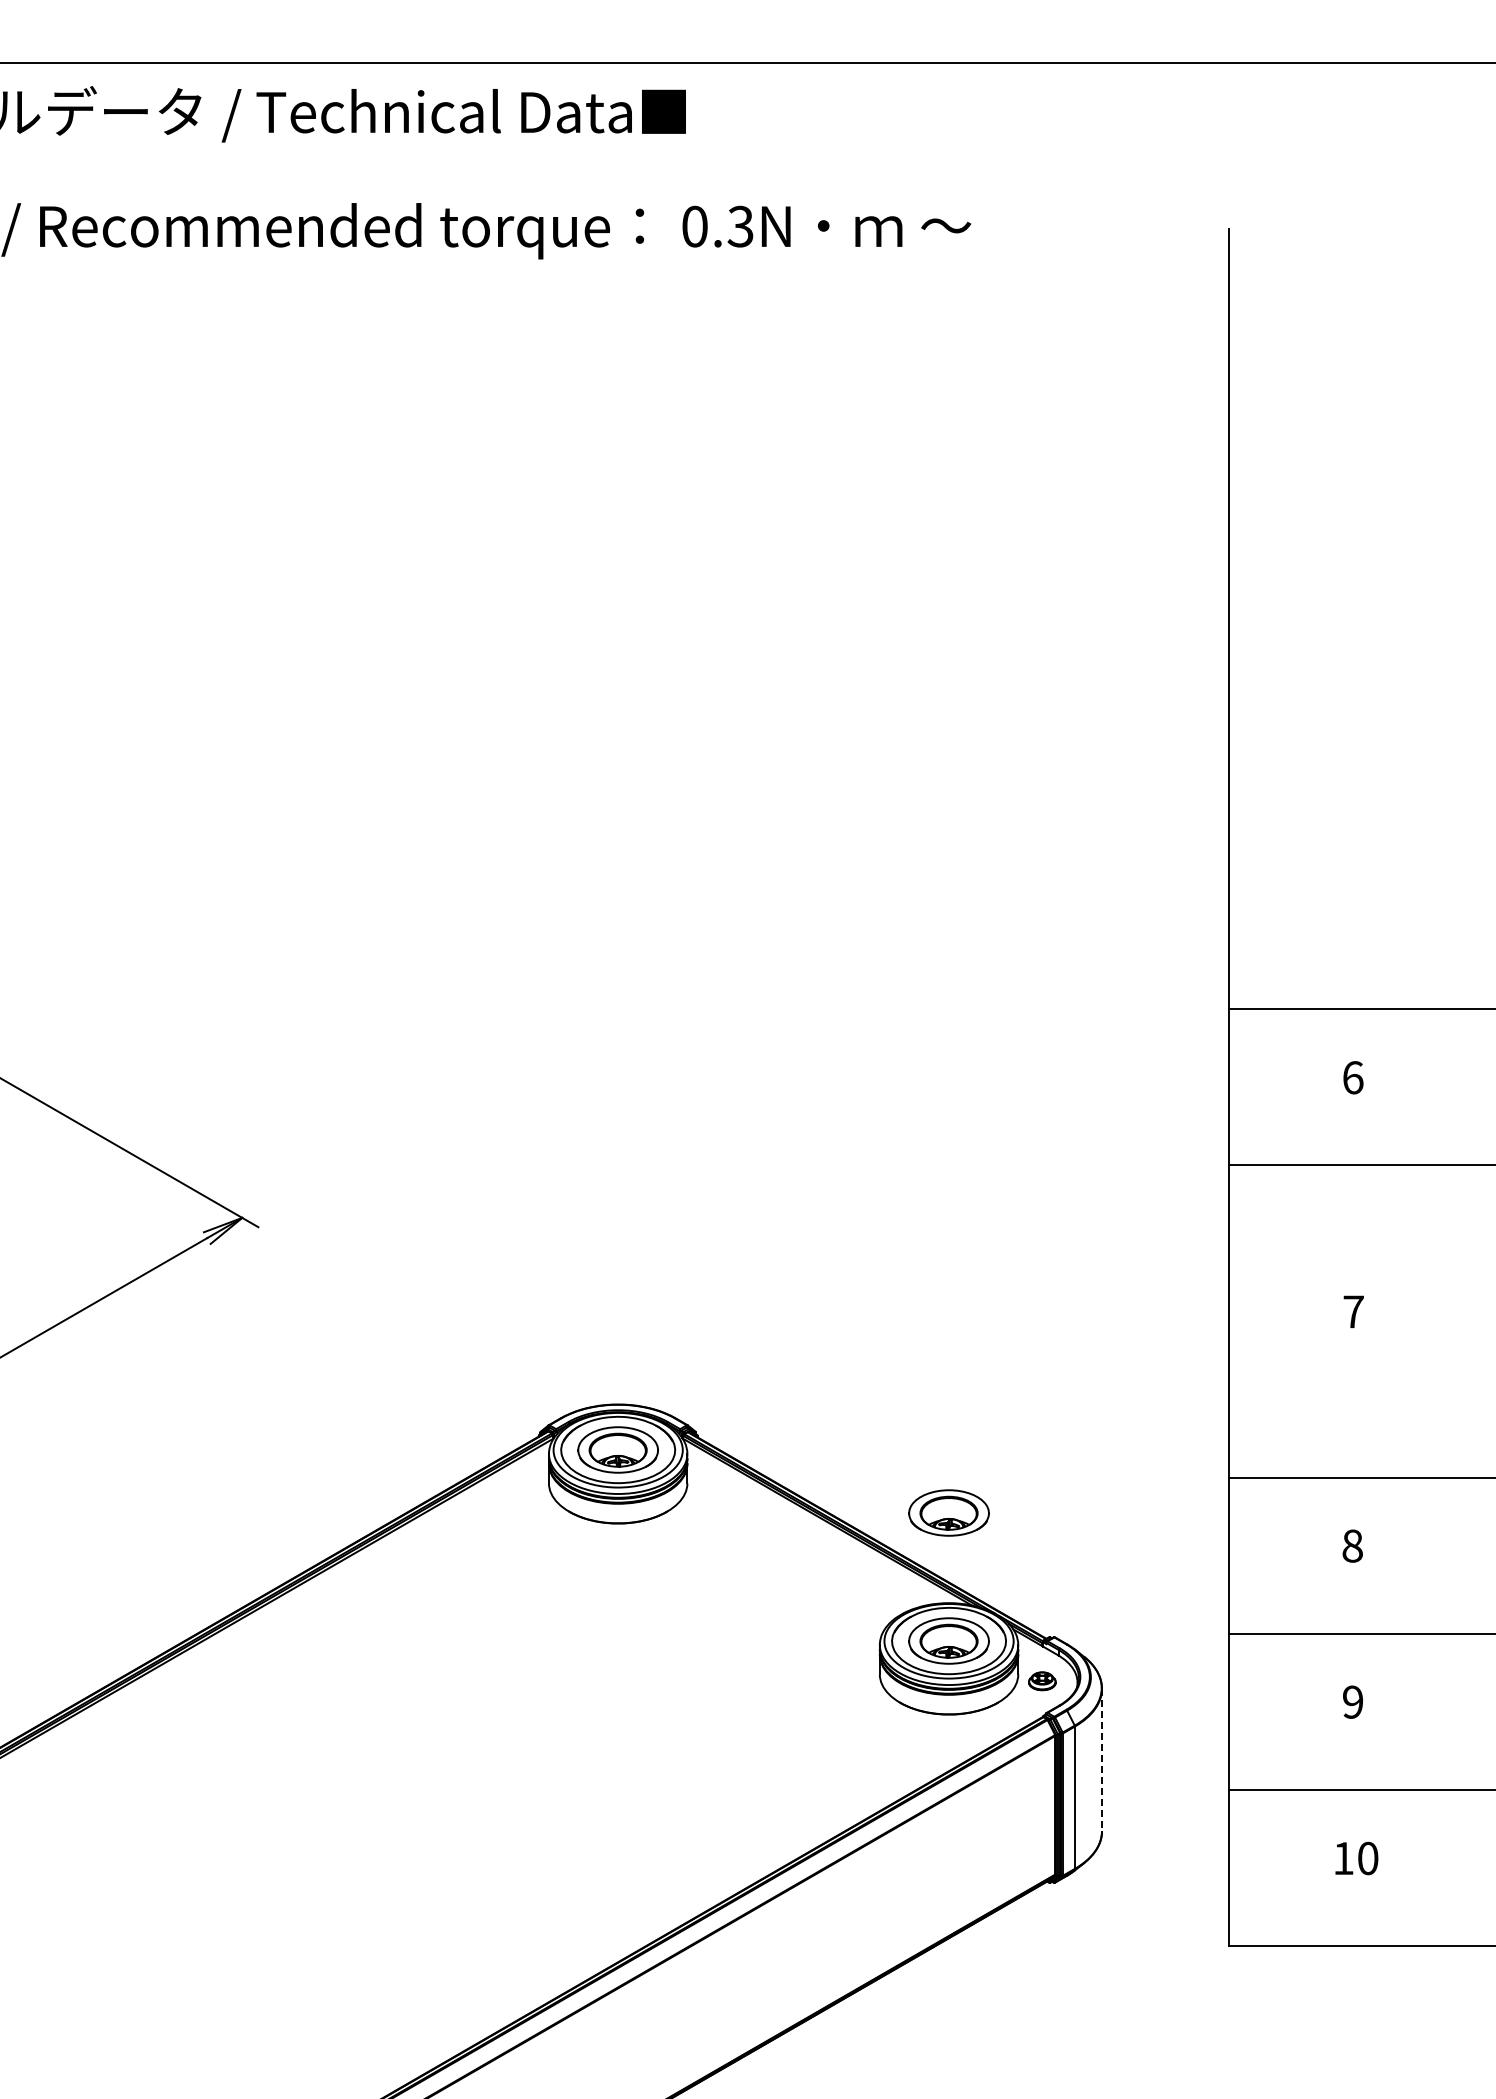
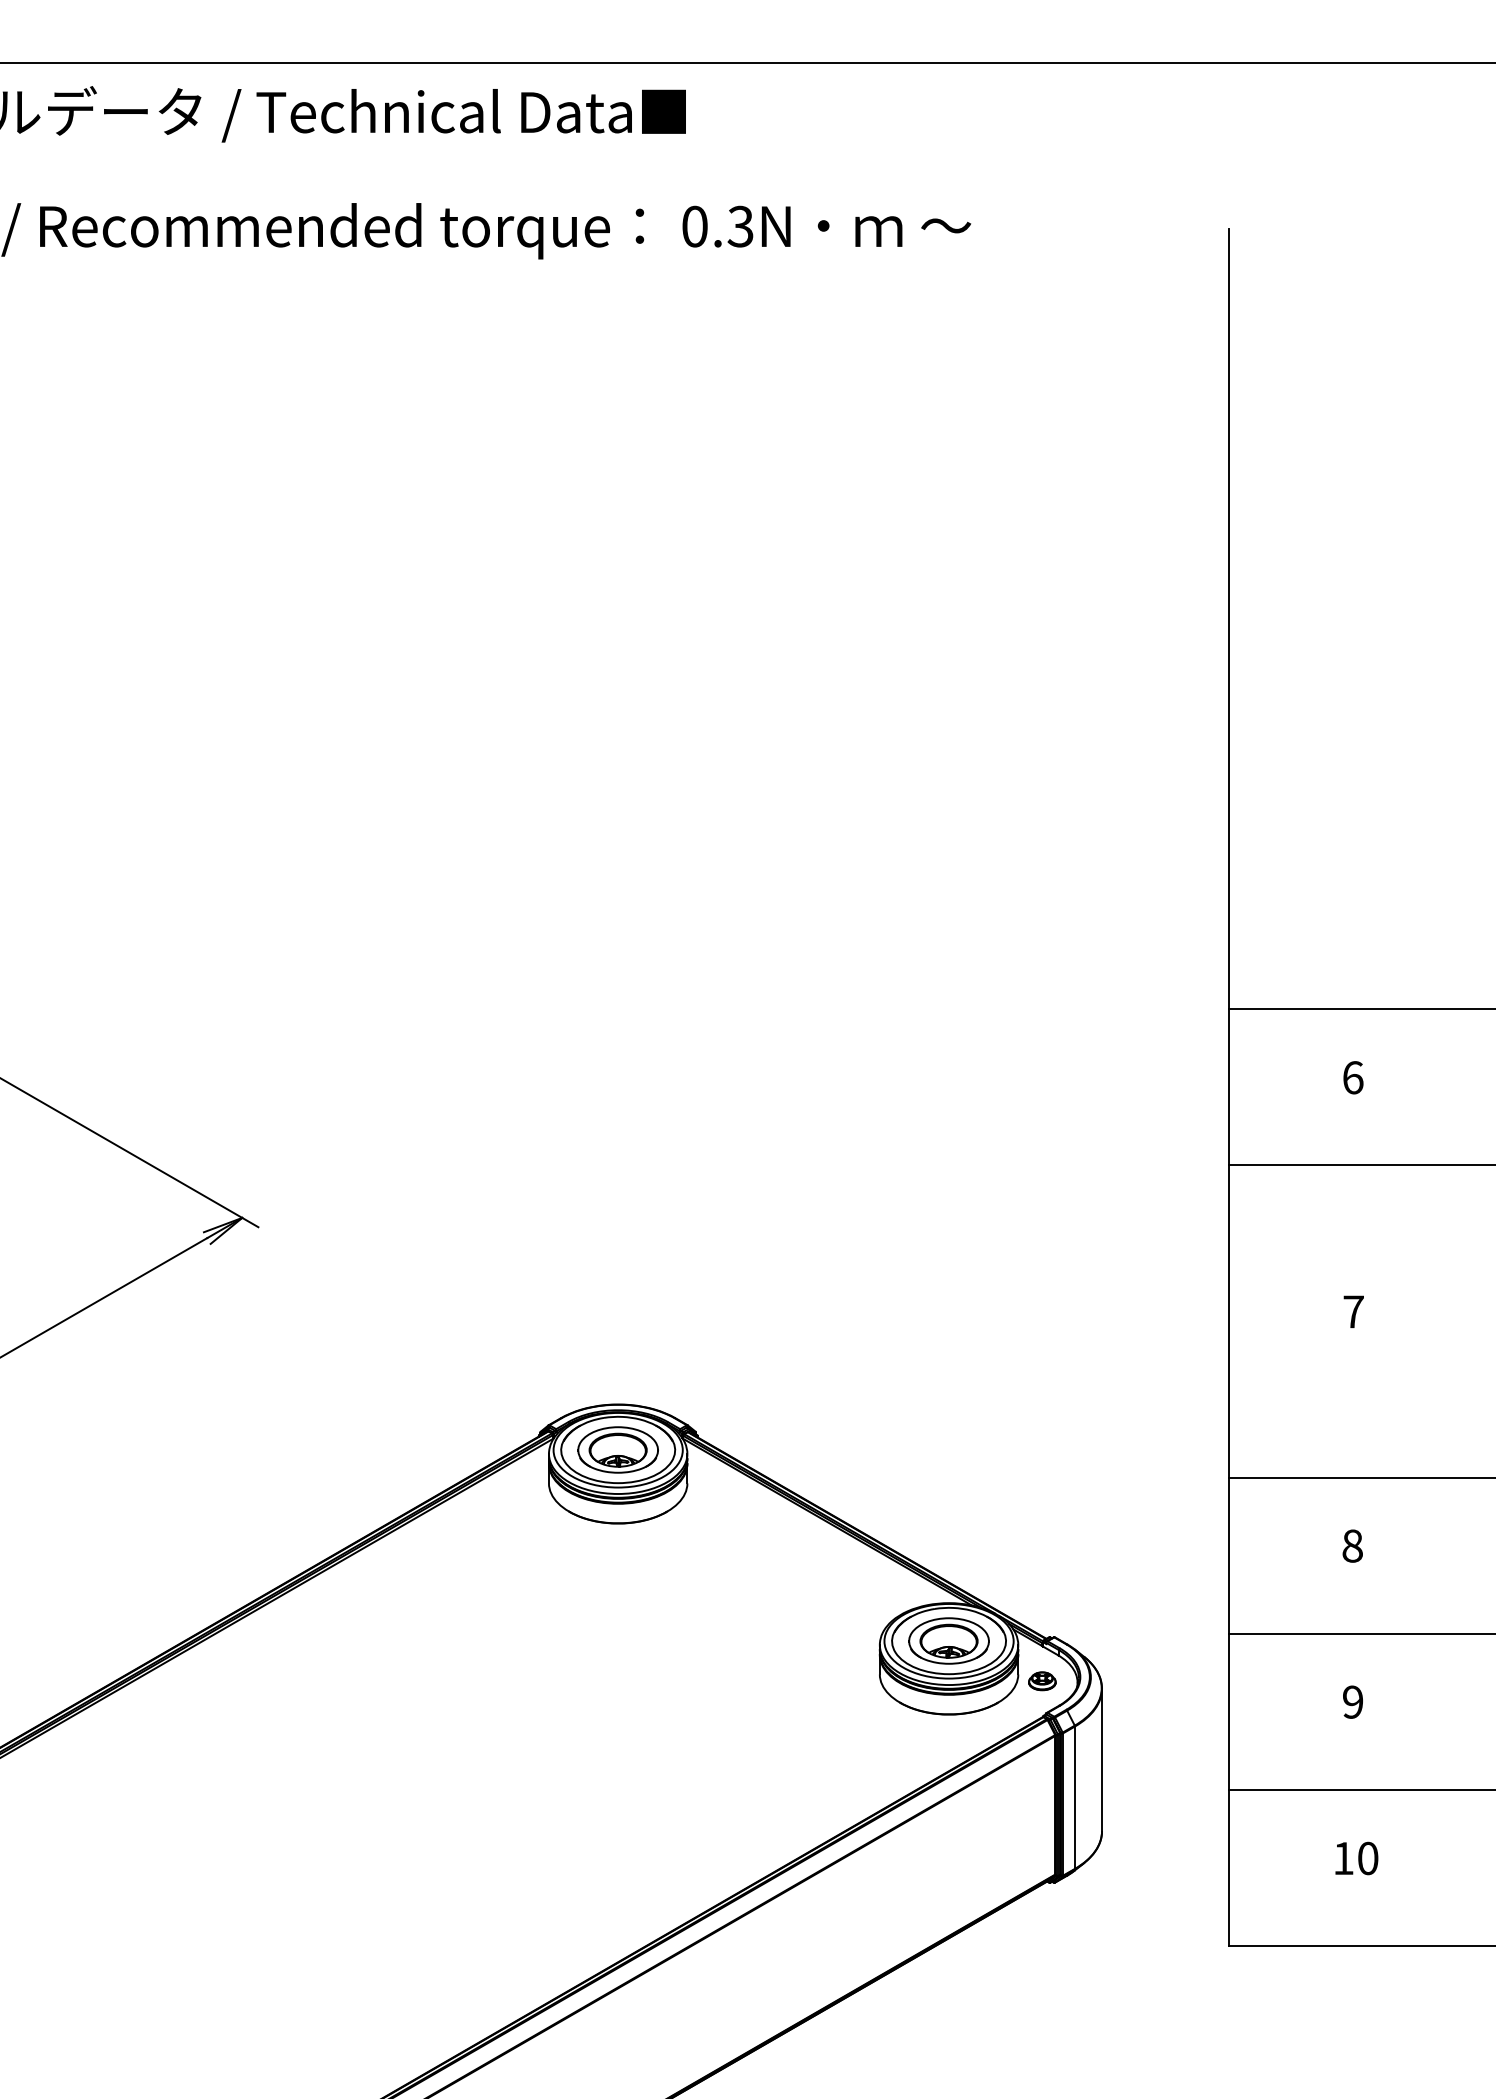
part at (948, 1512): present -> none
line at (1102, 1760): dashed -> solid
